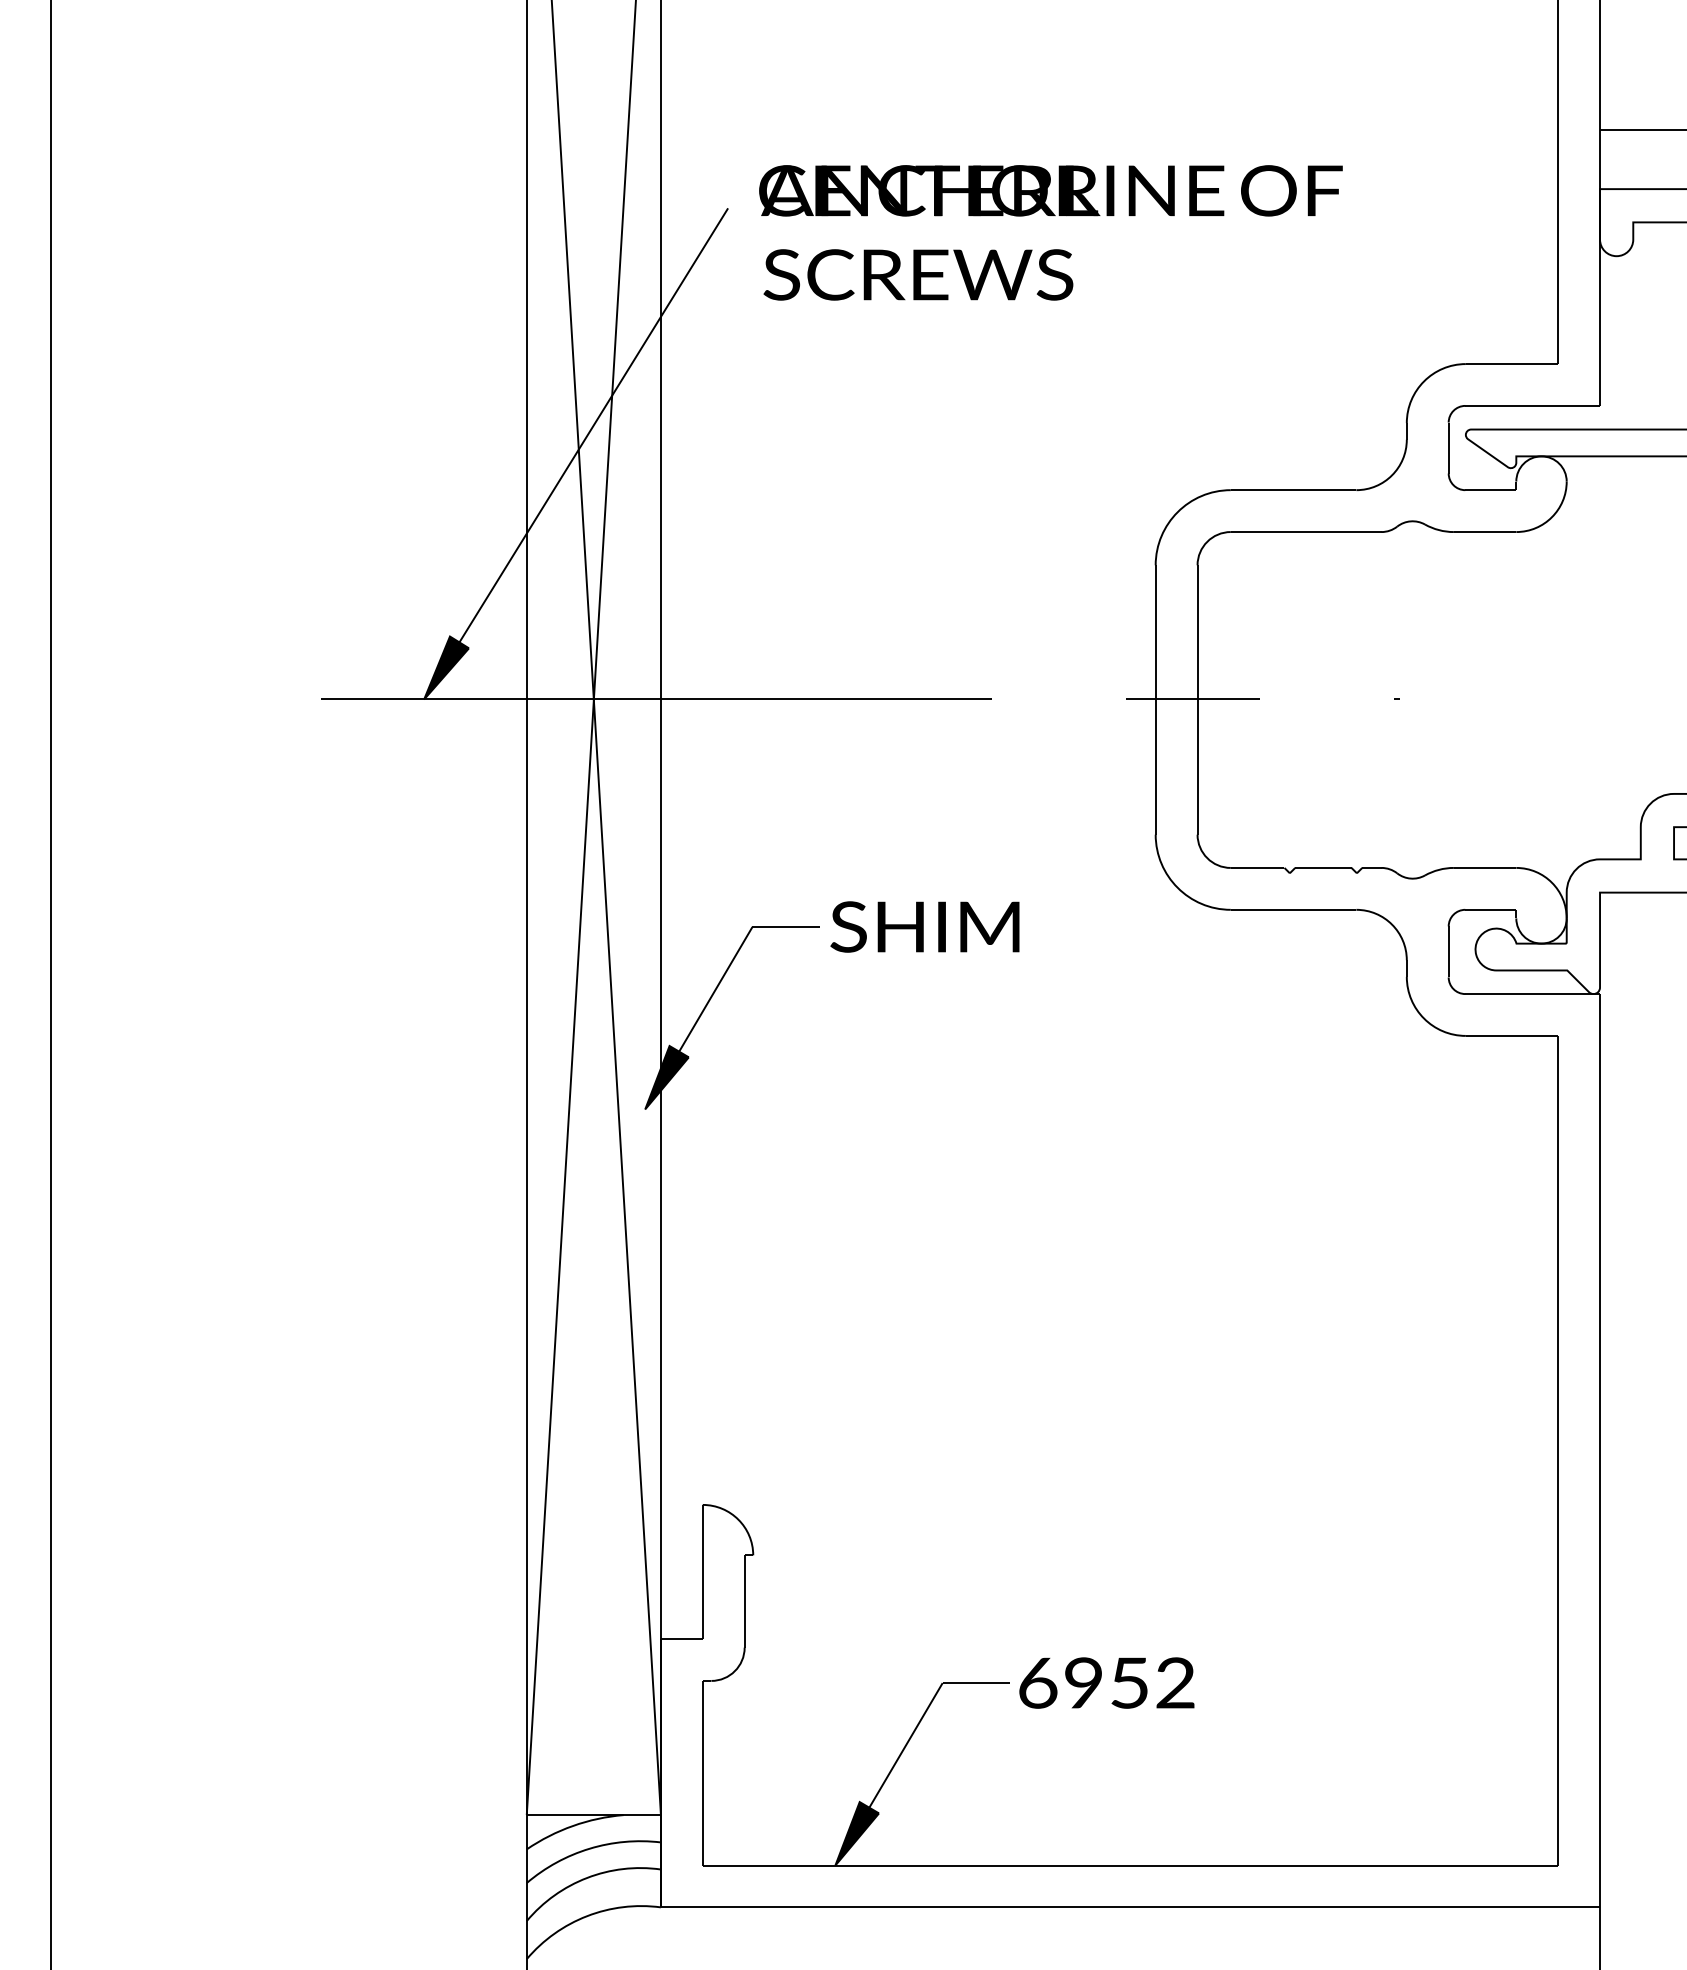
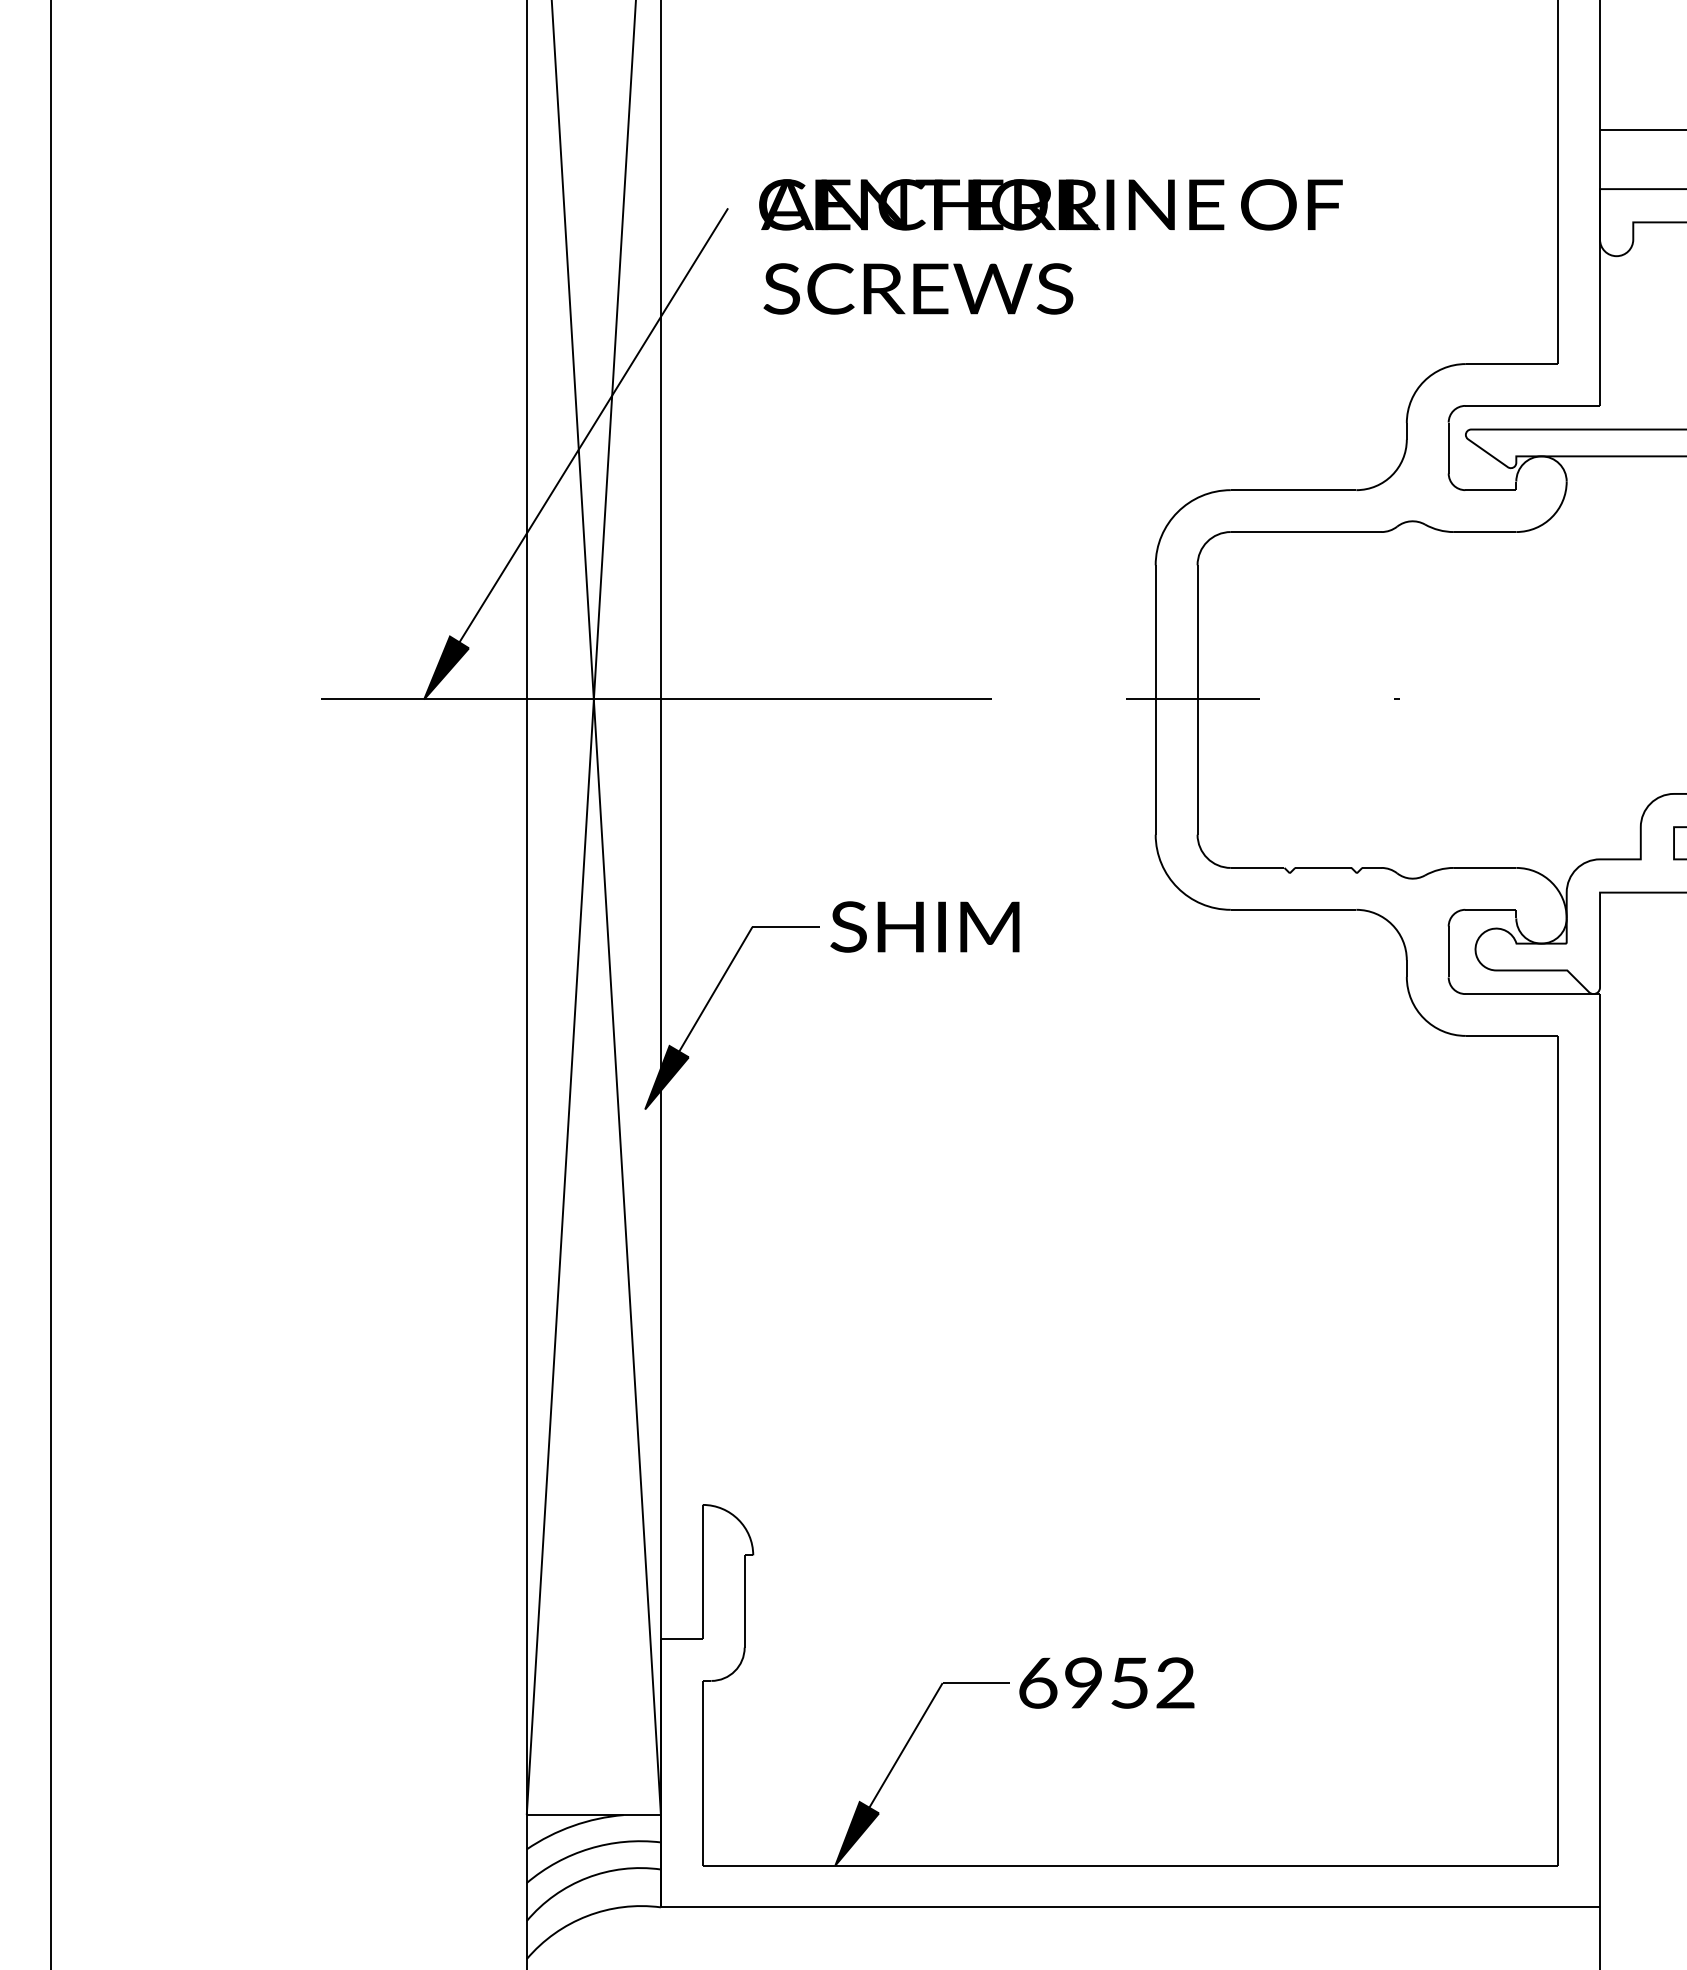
text at (1050, 232) position: (1050, 232) -> (1050, 246)
